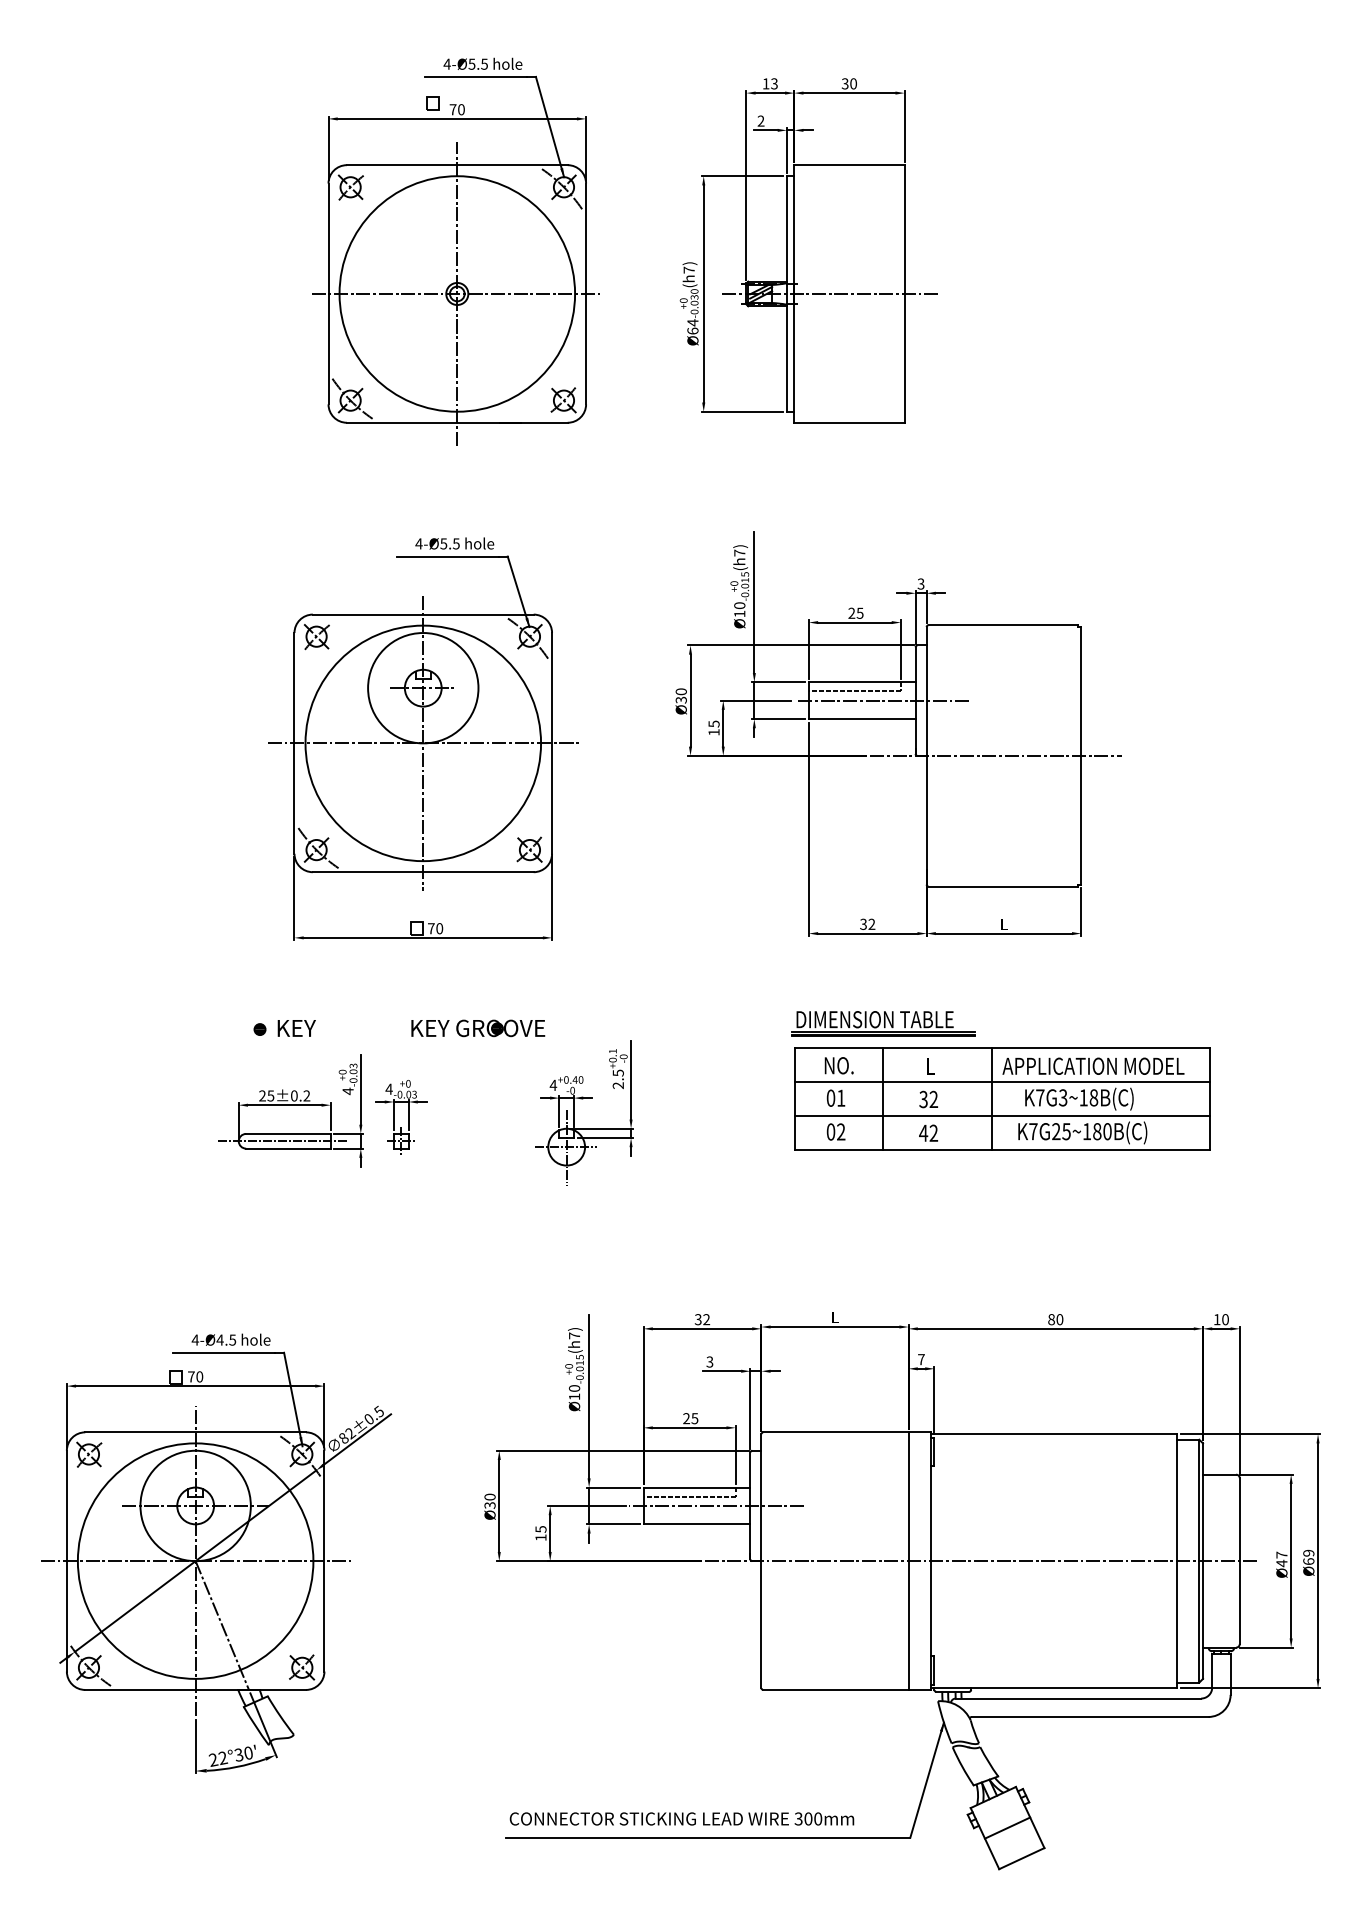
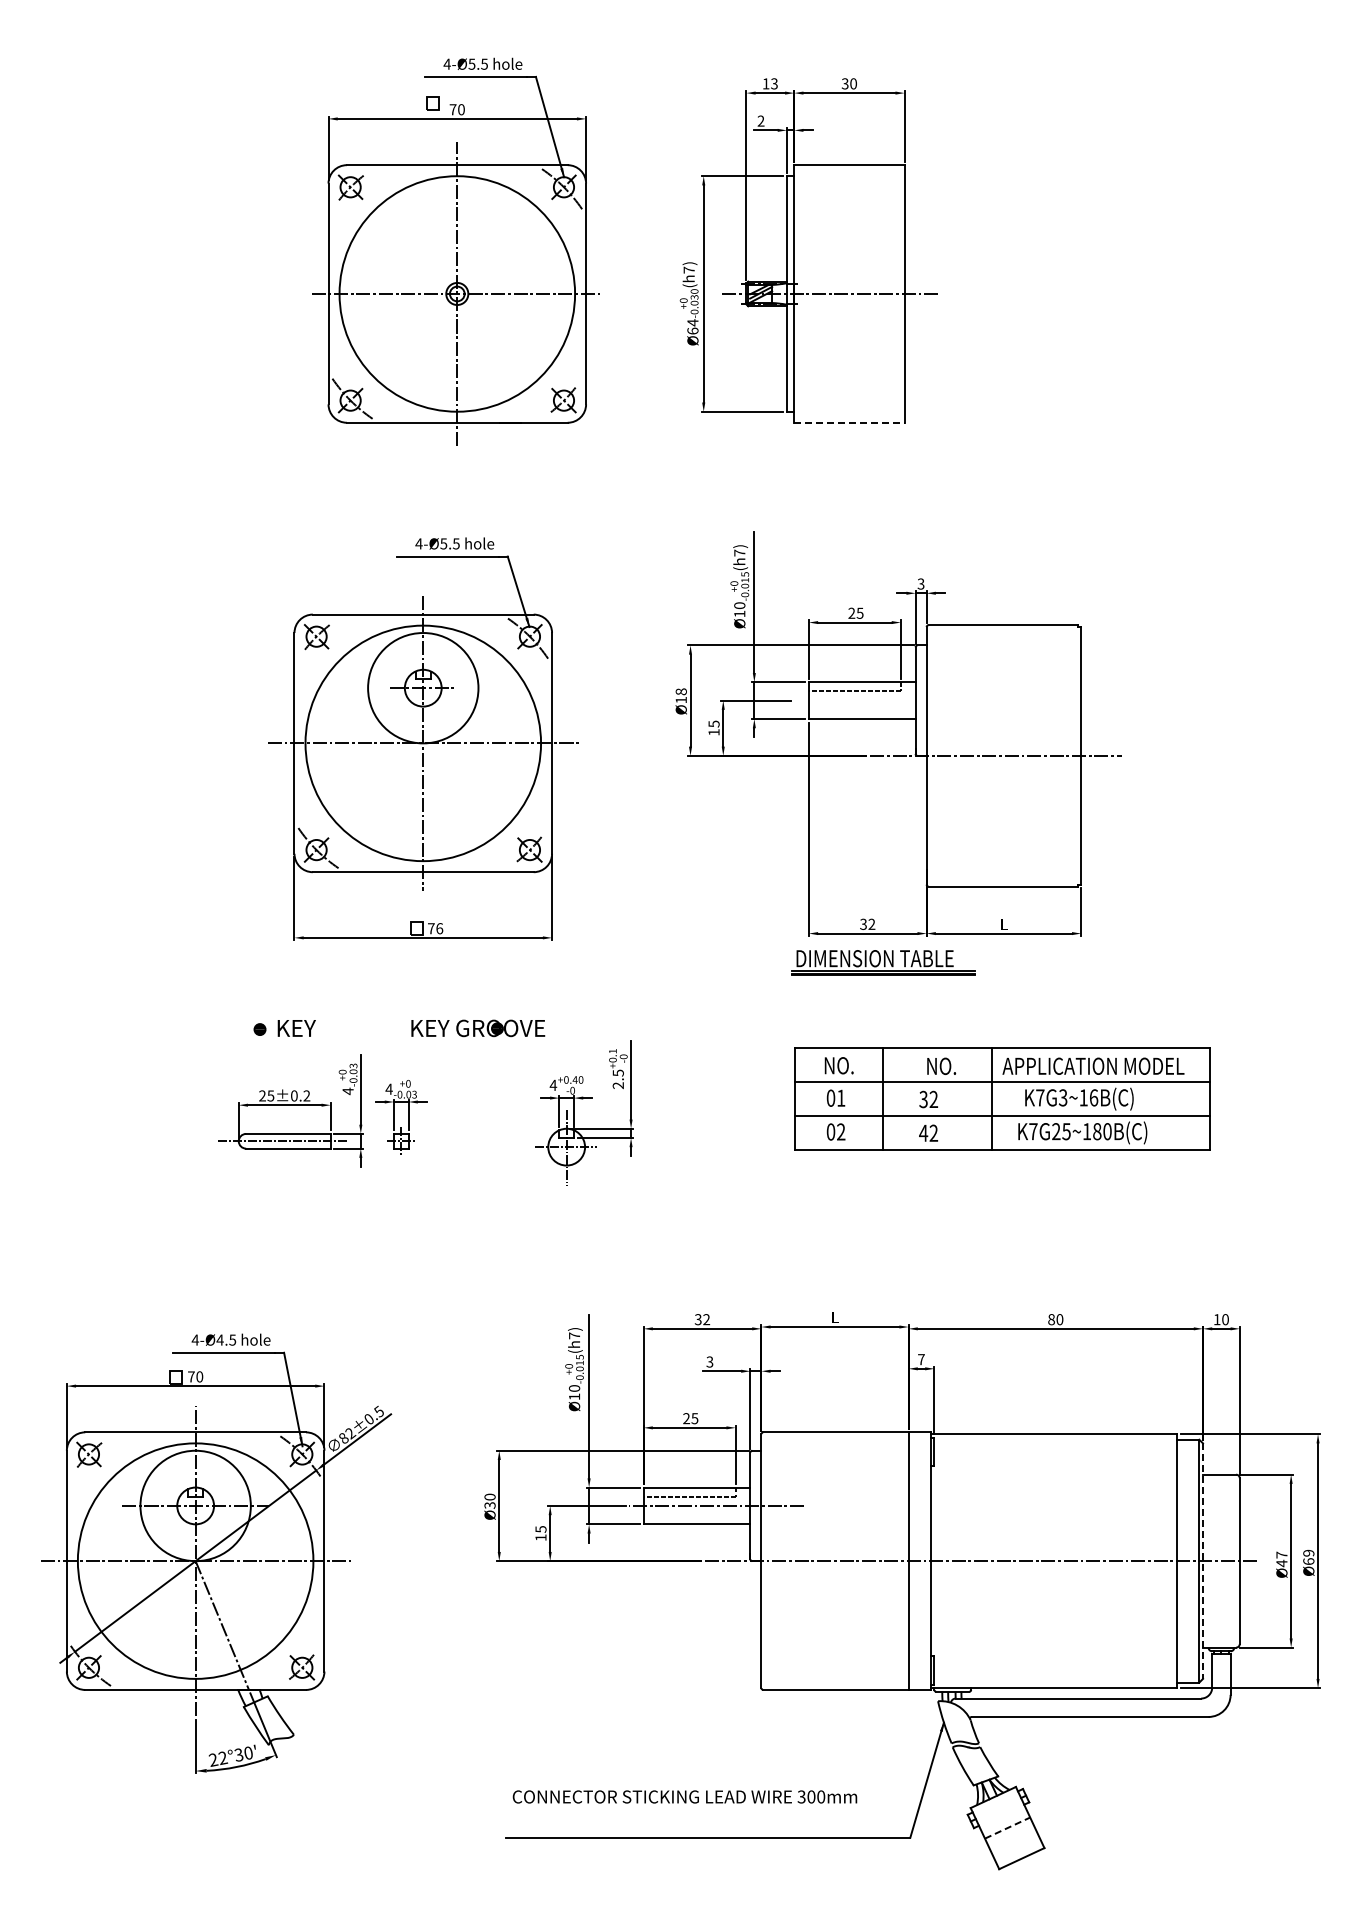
line at (849, 422): solid -> dashed
text at (680, 695): 30 -> 18
line at (881, 700): present -> none
text at (439, 928): 70 -> 76
part at (883, 1023) position: (883, 1023) -> (883, 962)
text at (941, 1066): L -> NO.
text at (1093, 1097): K7G3~18B(C) -> K7G3~16B(C)
line at (1203, 1561): solid -> dashed
text at (681, 1818) position: (681, 1818) -> (684, 1796)
line at (1007, 1828): solid -> dashed
